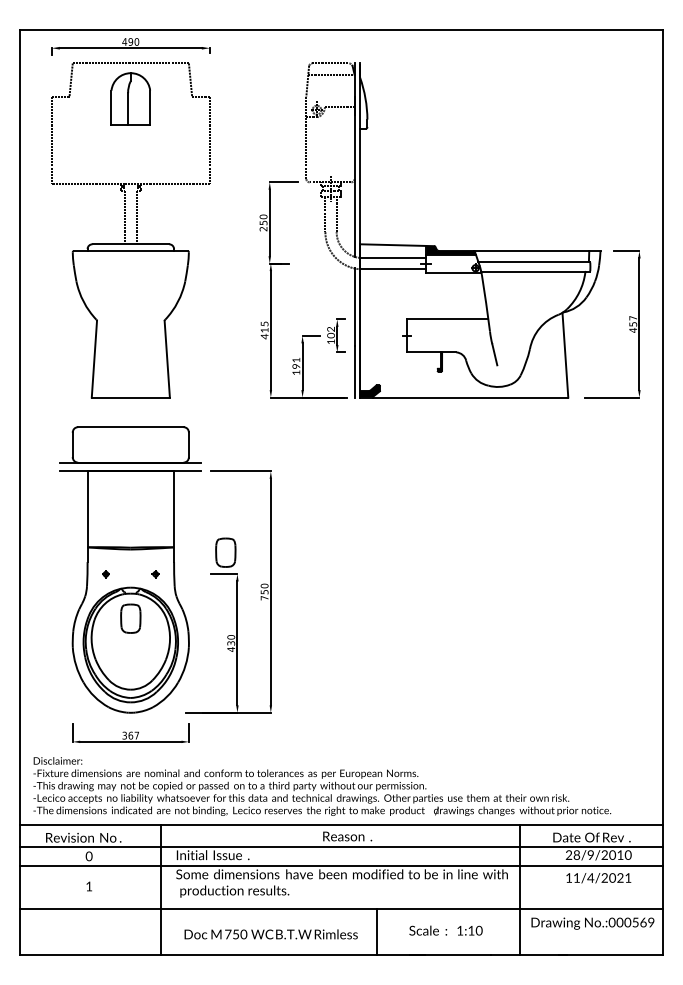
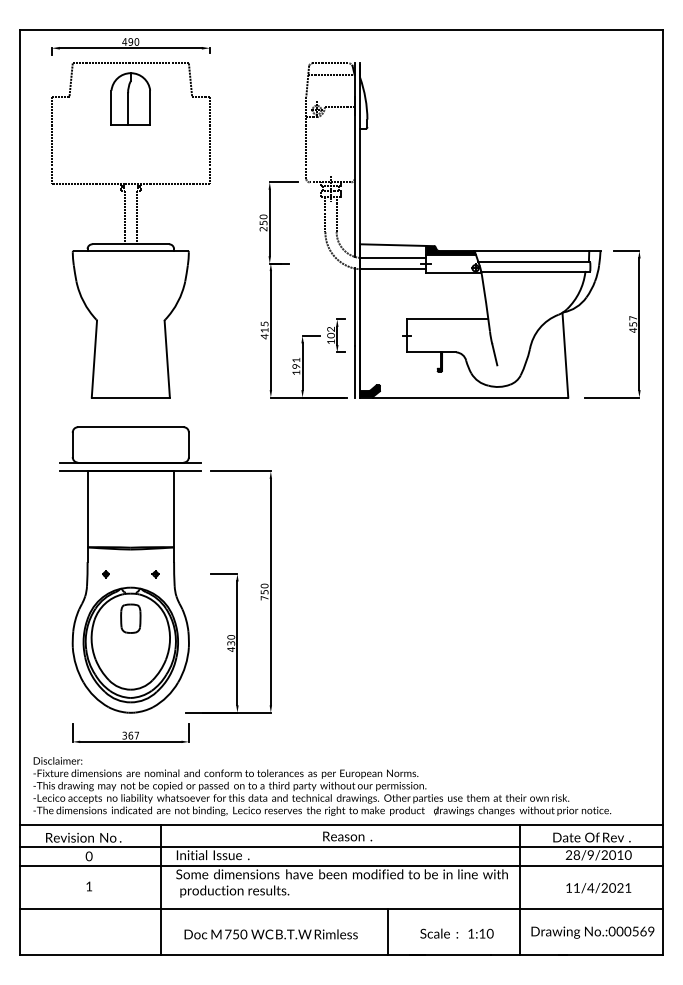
part at (225, 552): present -> none
text at (598, 878) position: (598, 878) -> (598, 888)
text at (592, 923) position: (592, 923) -> (592, 932)
text at (445, 930) position: (445, 930) -> (456, 933)
line at (377, 931) position: (377, 931) -> (388, 931)
